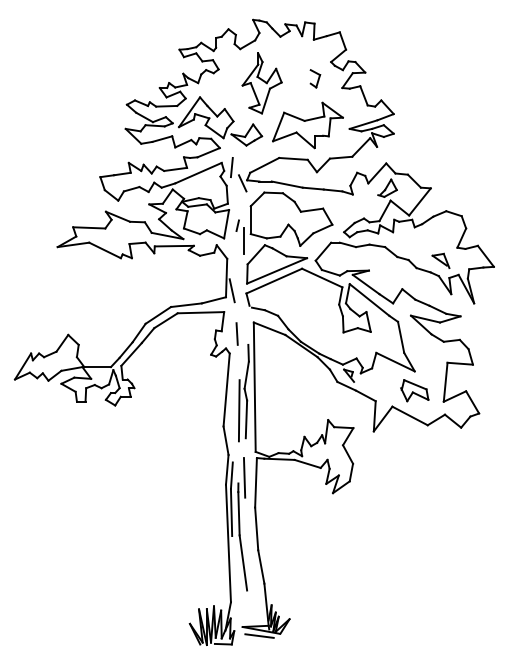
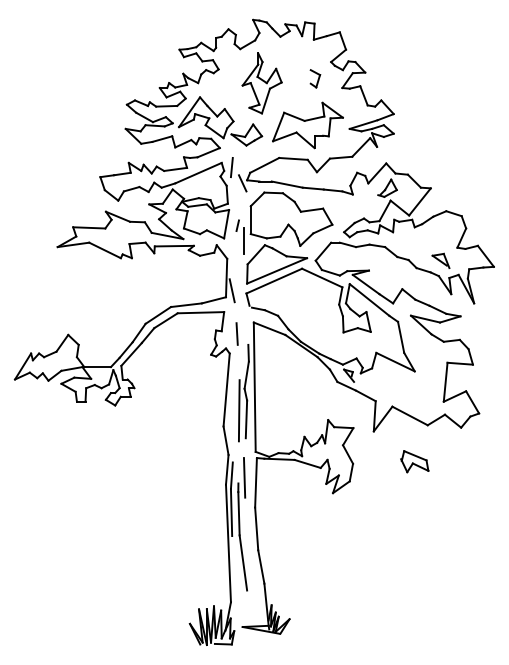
part at (414, 390) position: (414, 390) -> (414, 461)
line at (259, 635): present -> none
